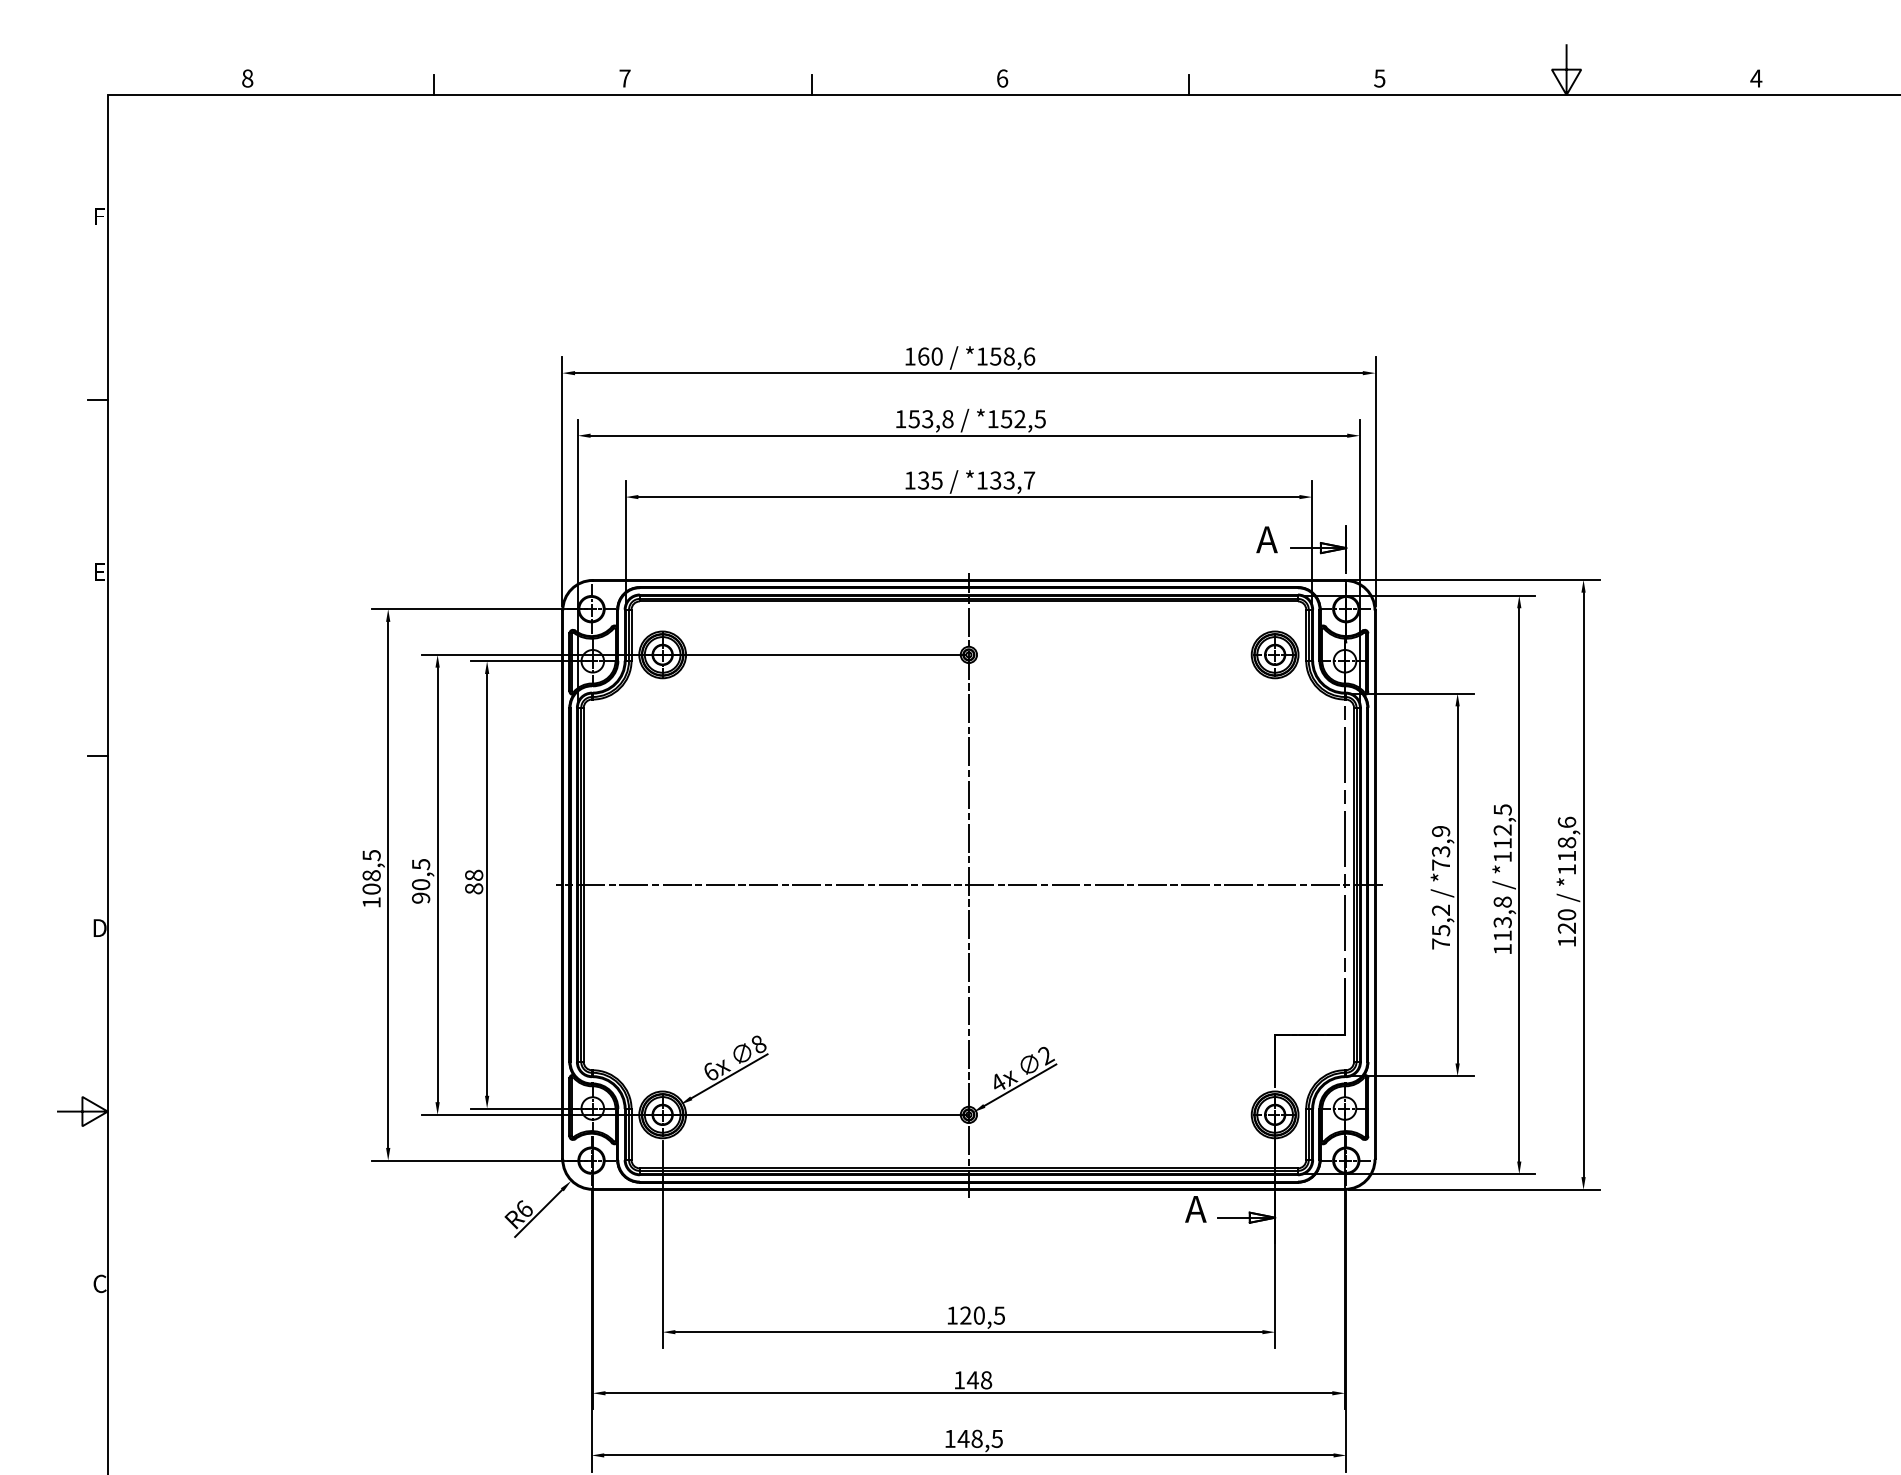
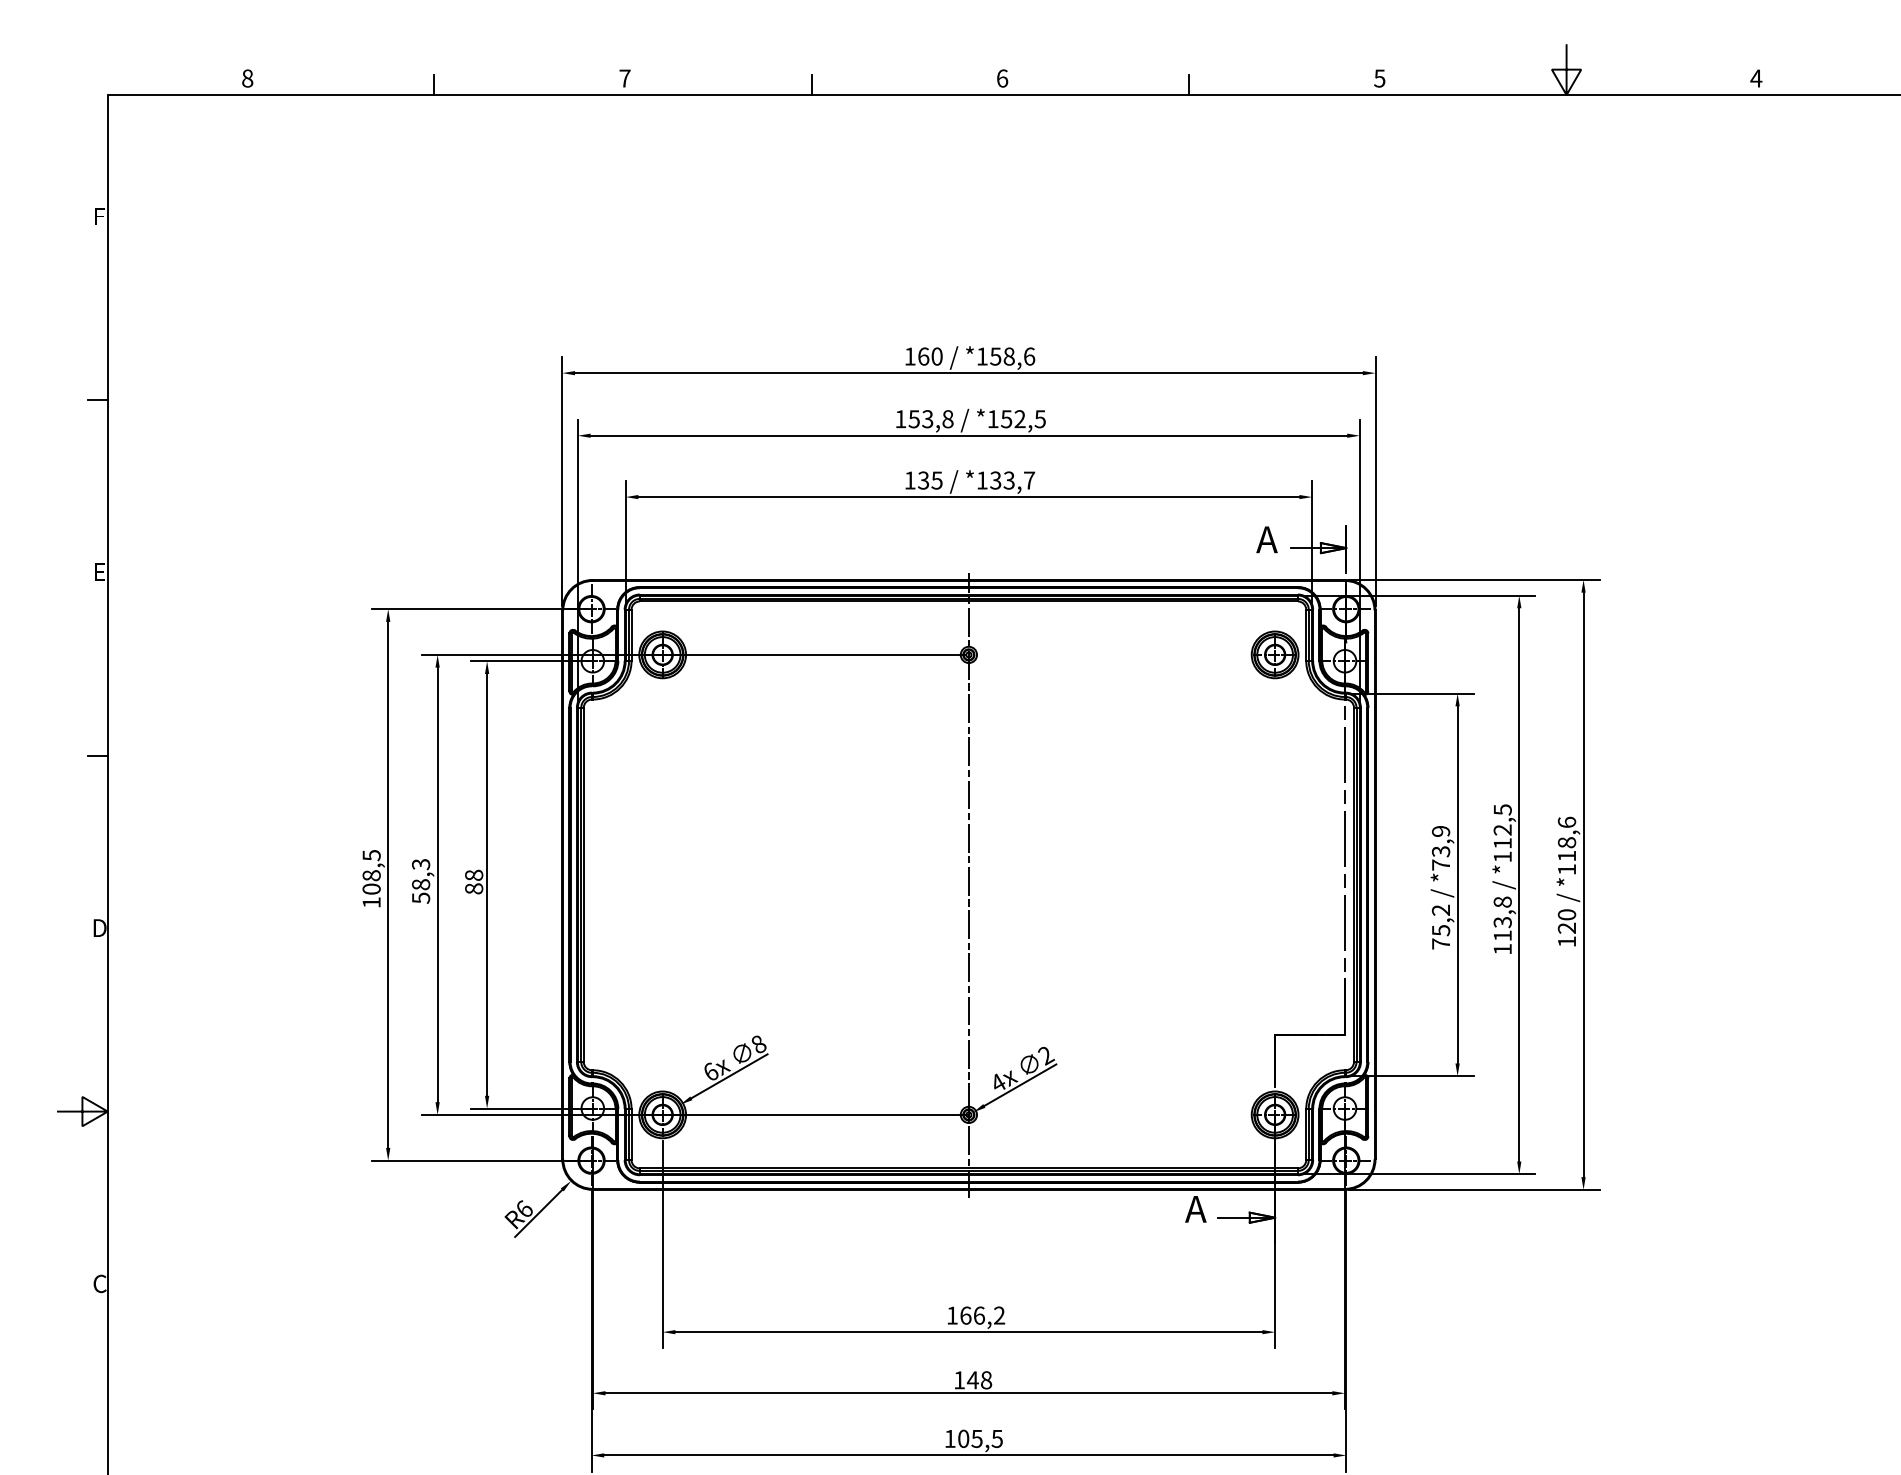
text at (421, 881): 90,5 -> 58,3
line at (969, 884): present -> none
text at (982, 1315): 120,5 -> 166,2
text at (969, 1438): 148,5 -> 105,5
